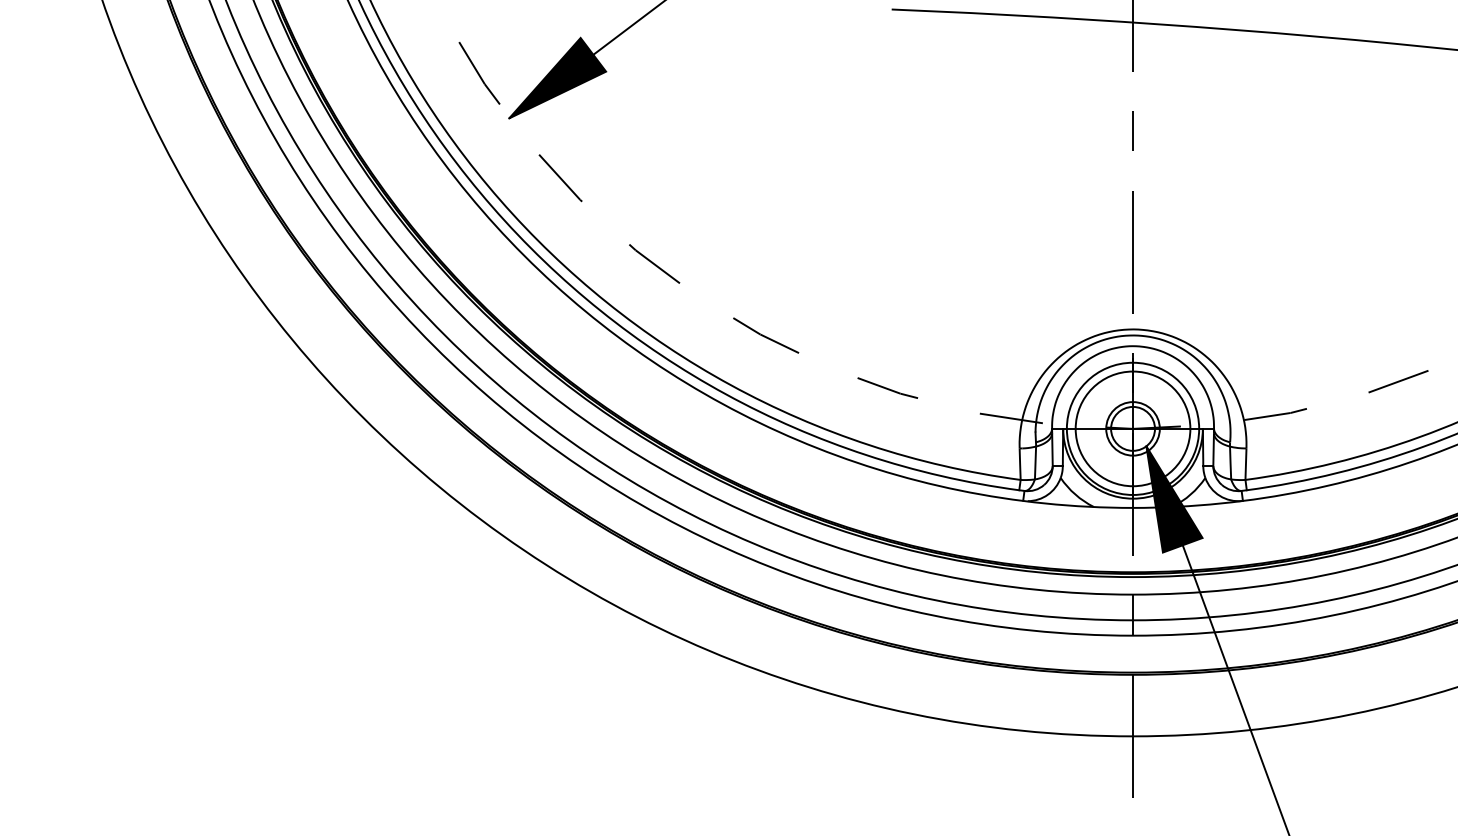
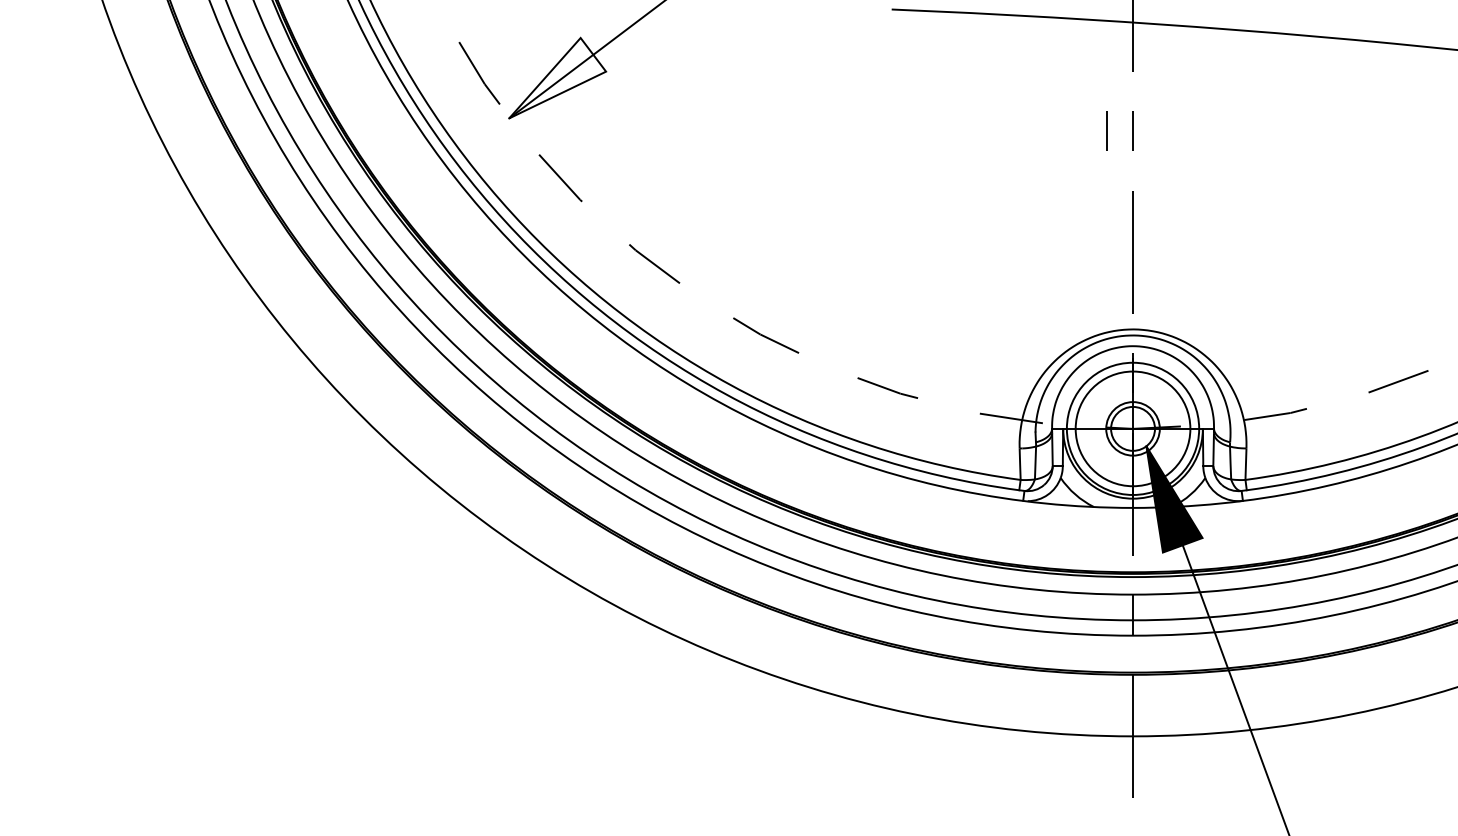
fill at (557, 78): present -> none
line at (1106, 130): none -> present
